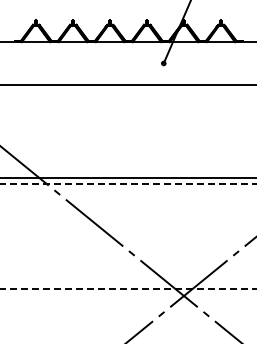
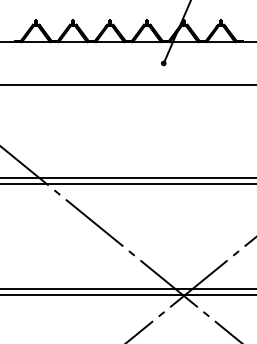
line at (128, 184): dashed -> solid
line at (128, 289): dashed -> solid
line at (127, 295): none -> present
